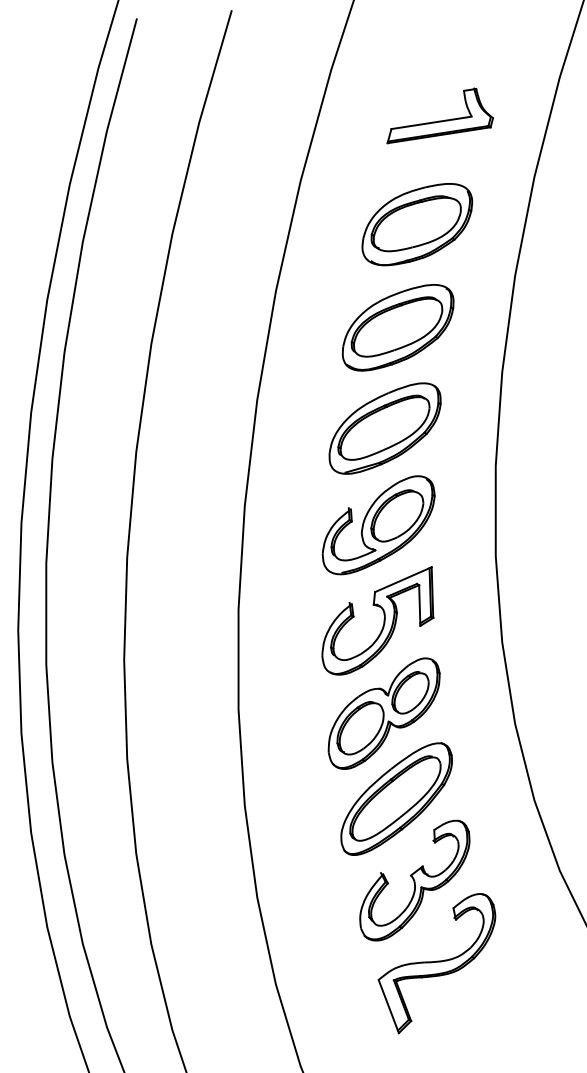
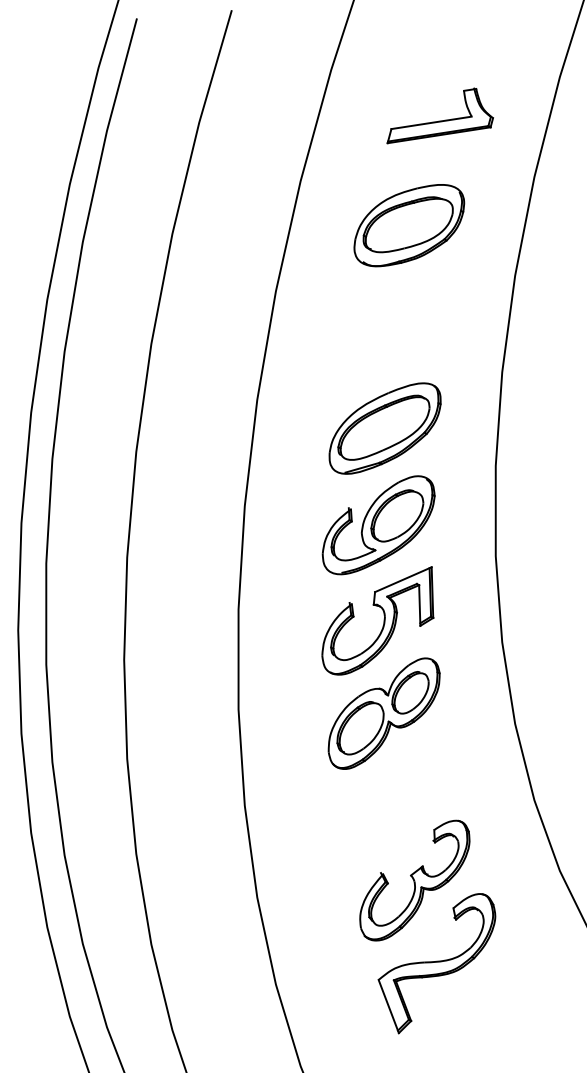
part at (417, 224) position: (417, 224) -> (409, 225)
part at (397, 327): present -> none
part at (396, 798): present -> none
